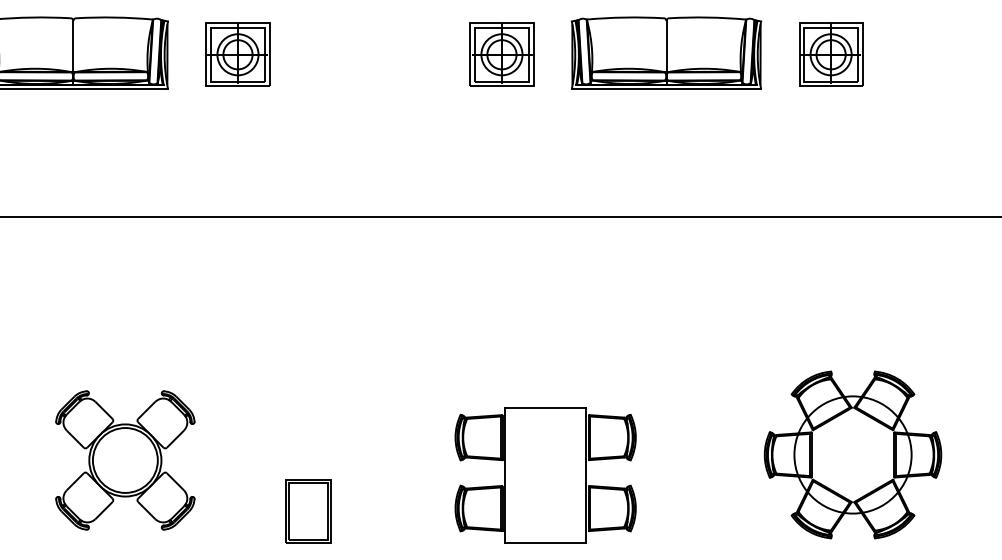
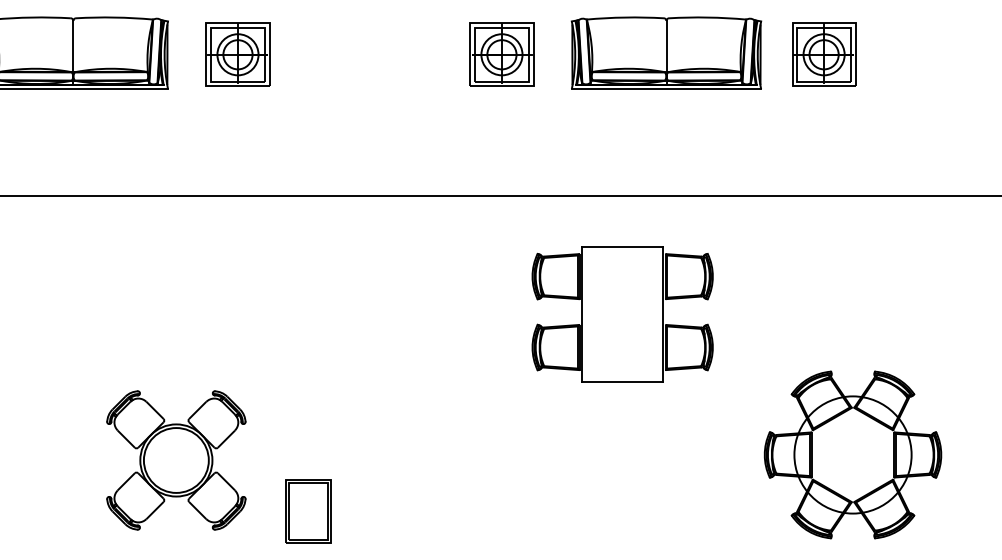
part at (831, 54) position: (831, 54) -> (824, 54)
line at (500, 217) position: (500, 217) -> (500, 196)
part at (125, 460) position: (125, 460) -> (176, 460)
part at (545, 475) position: (545, 475) -> (622, 314)
